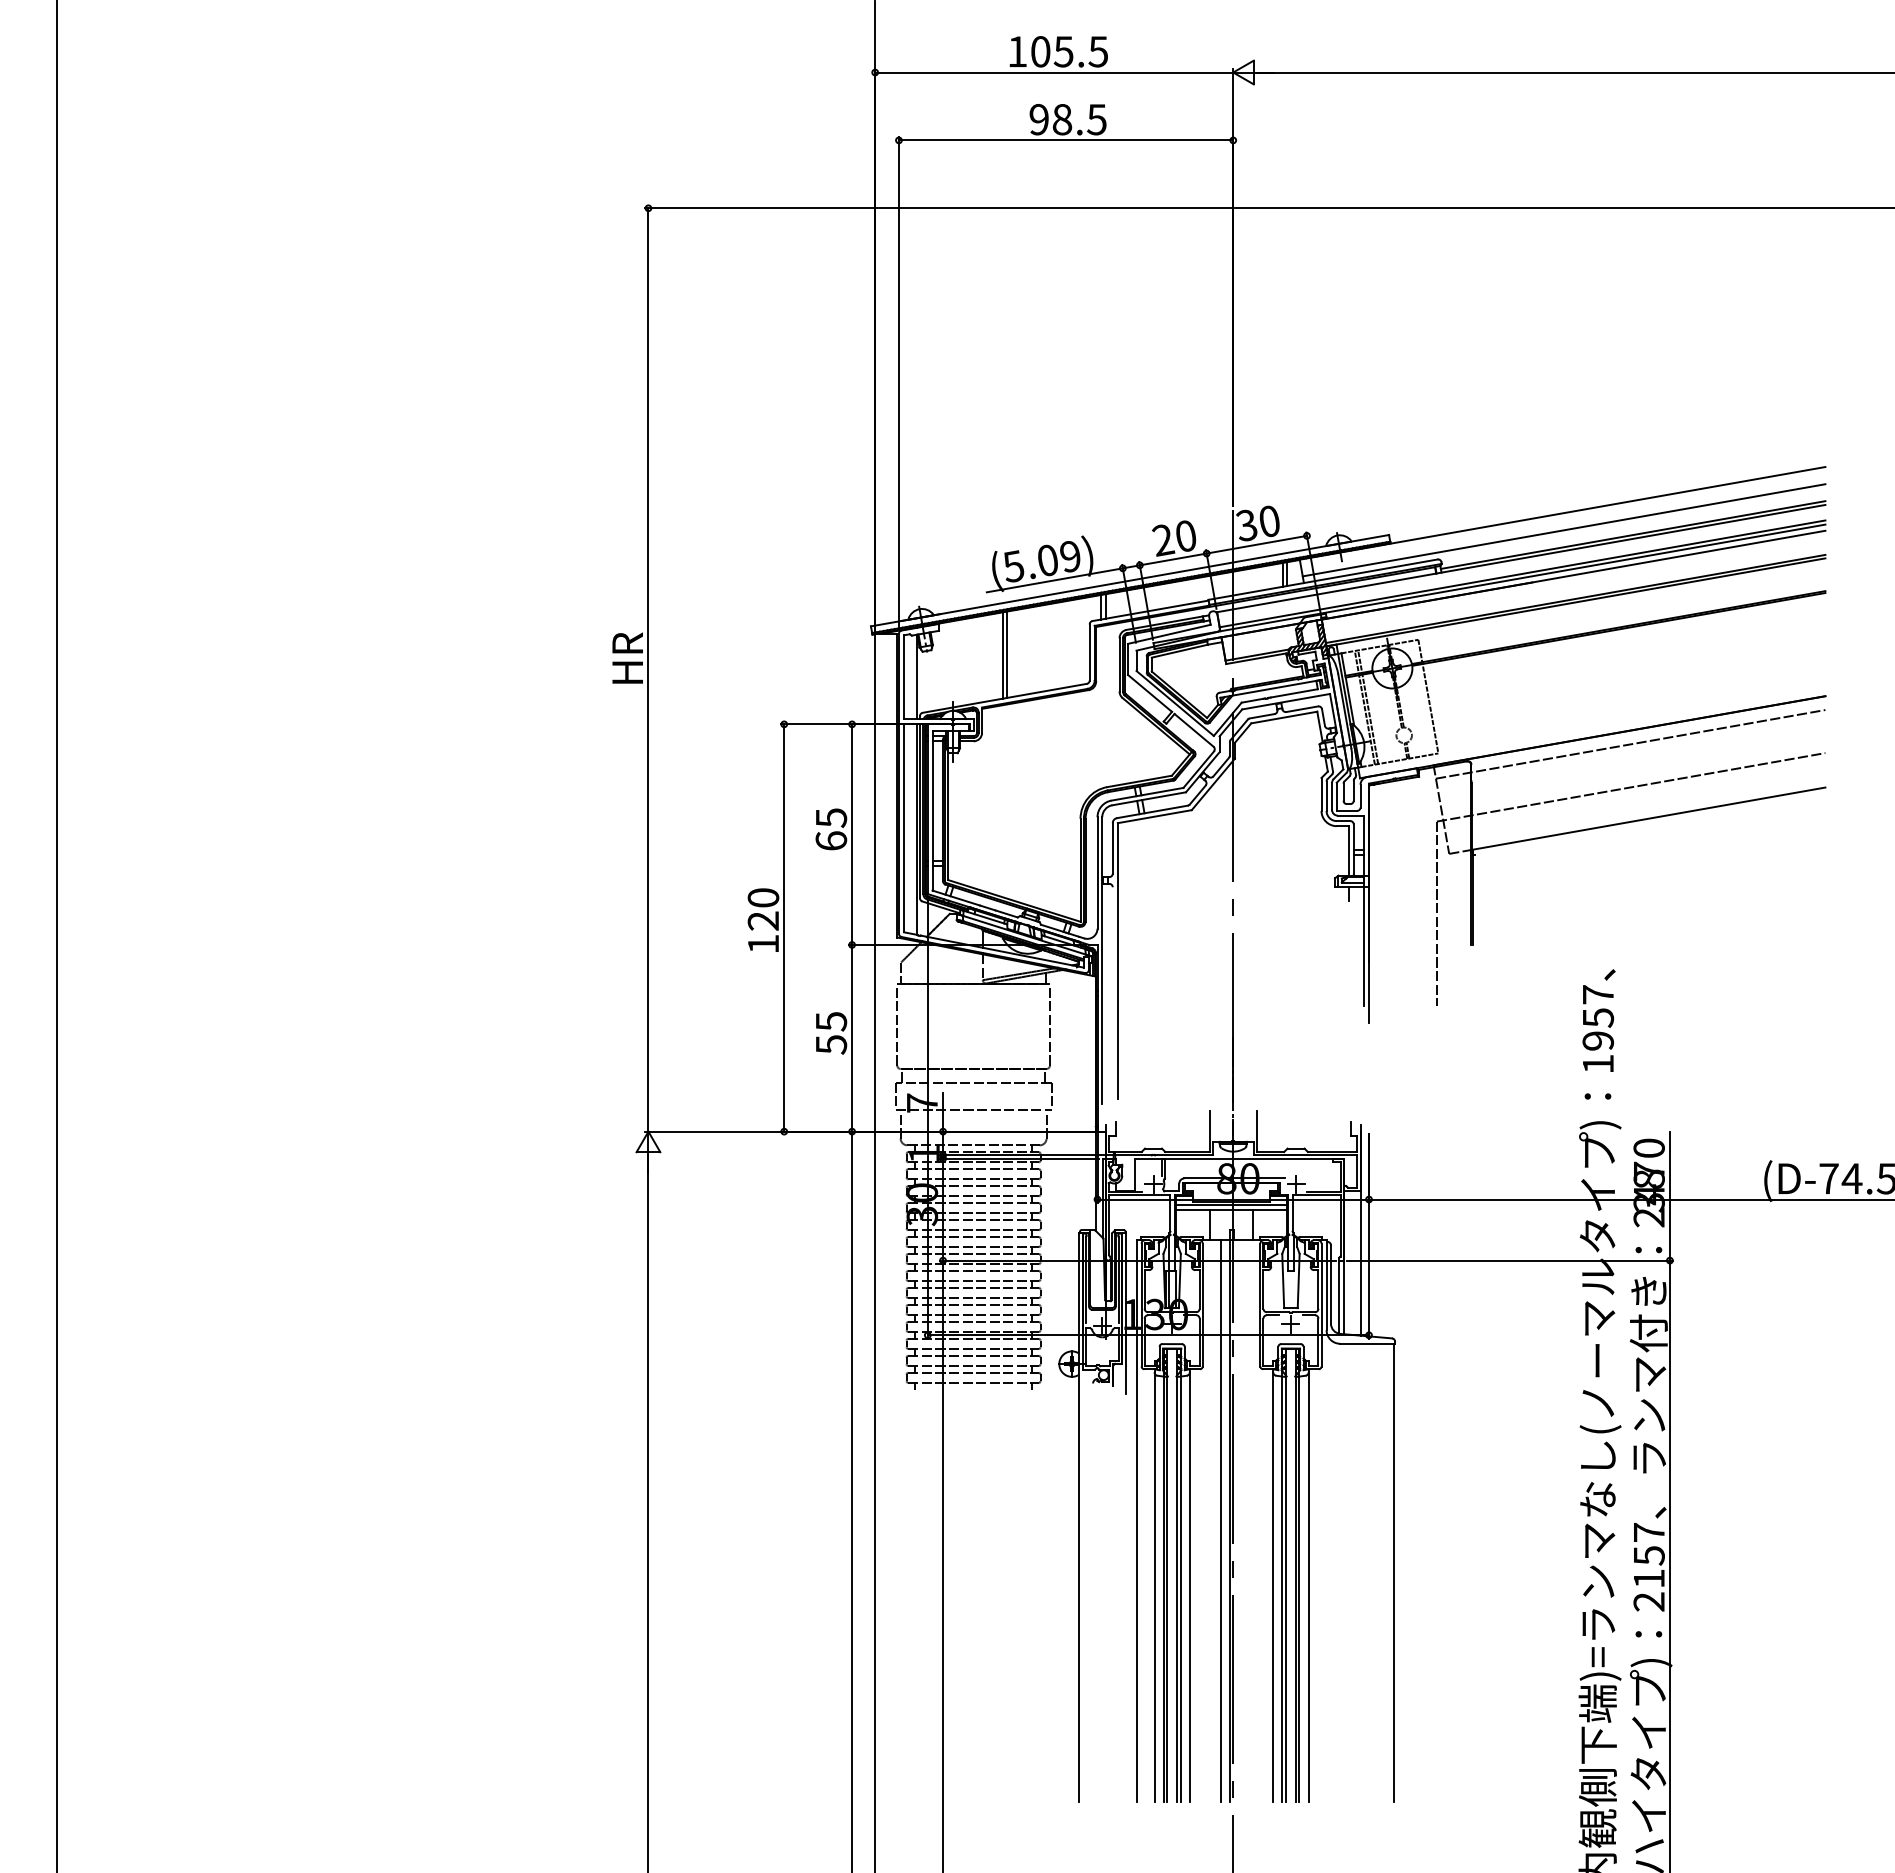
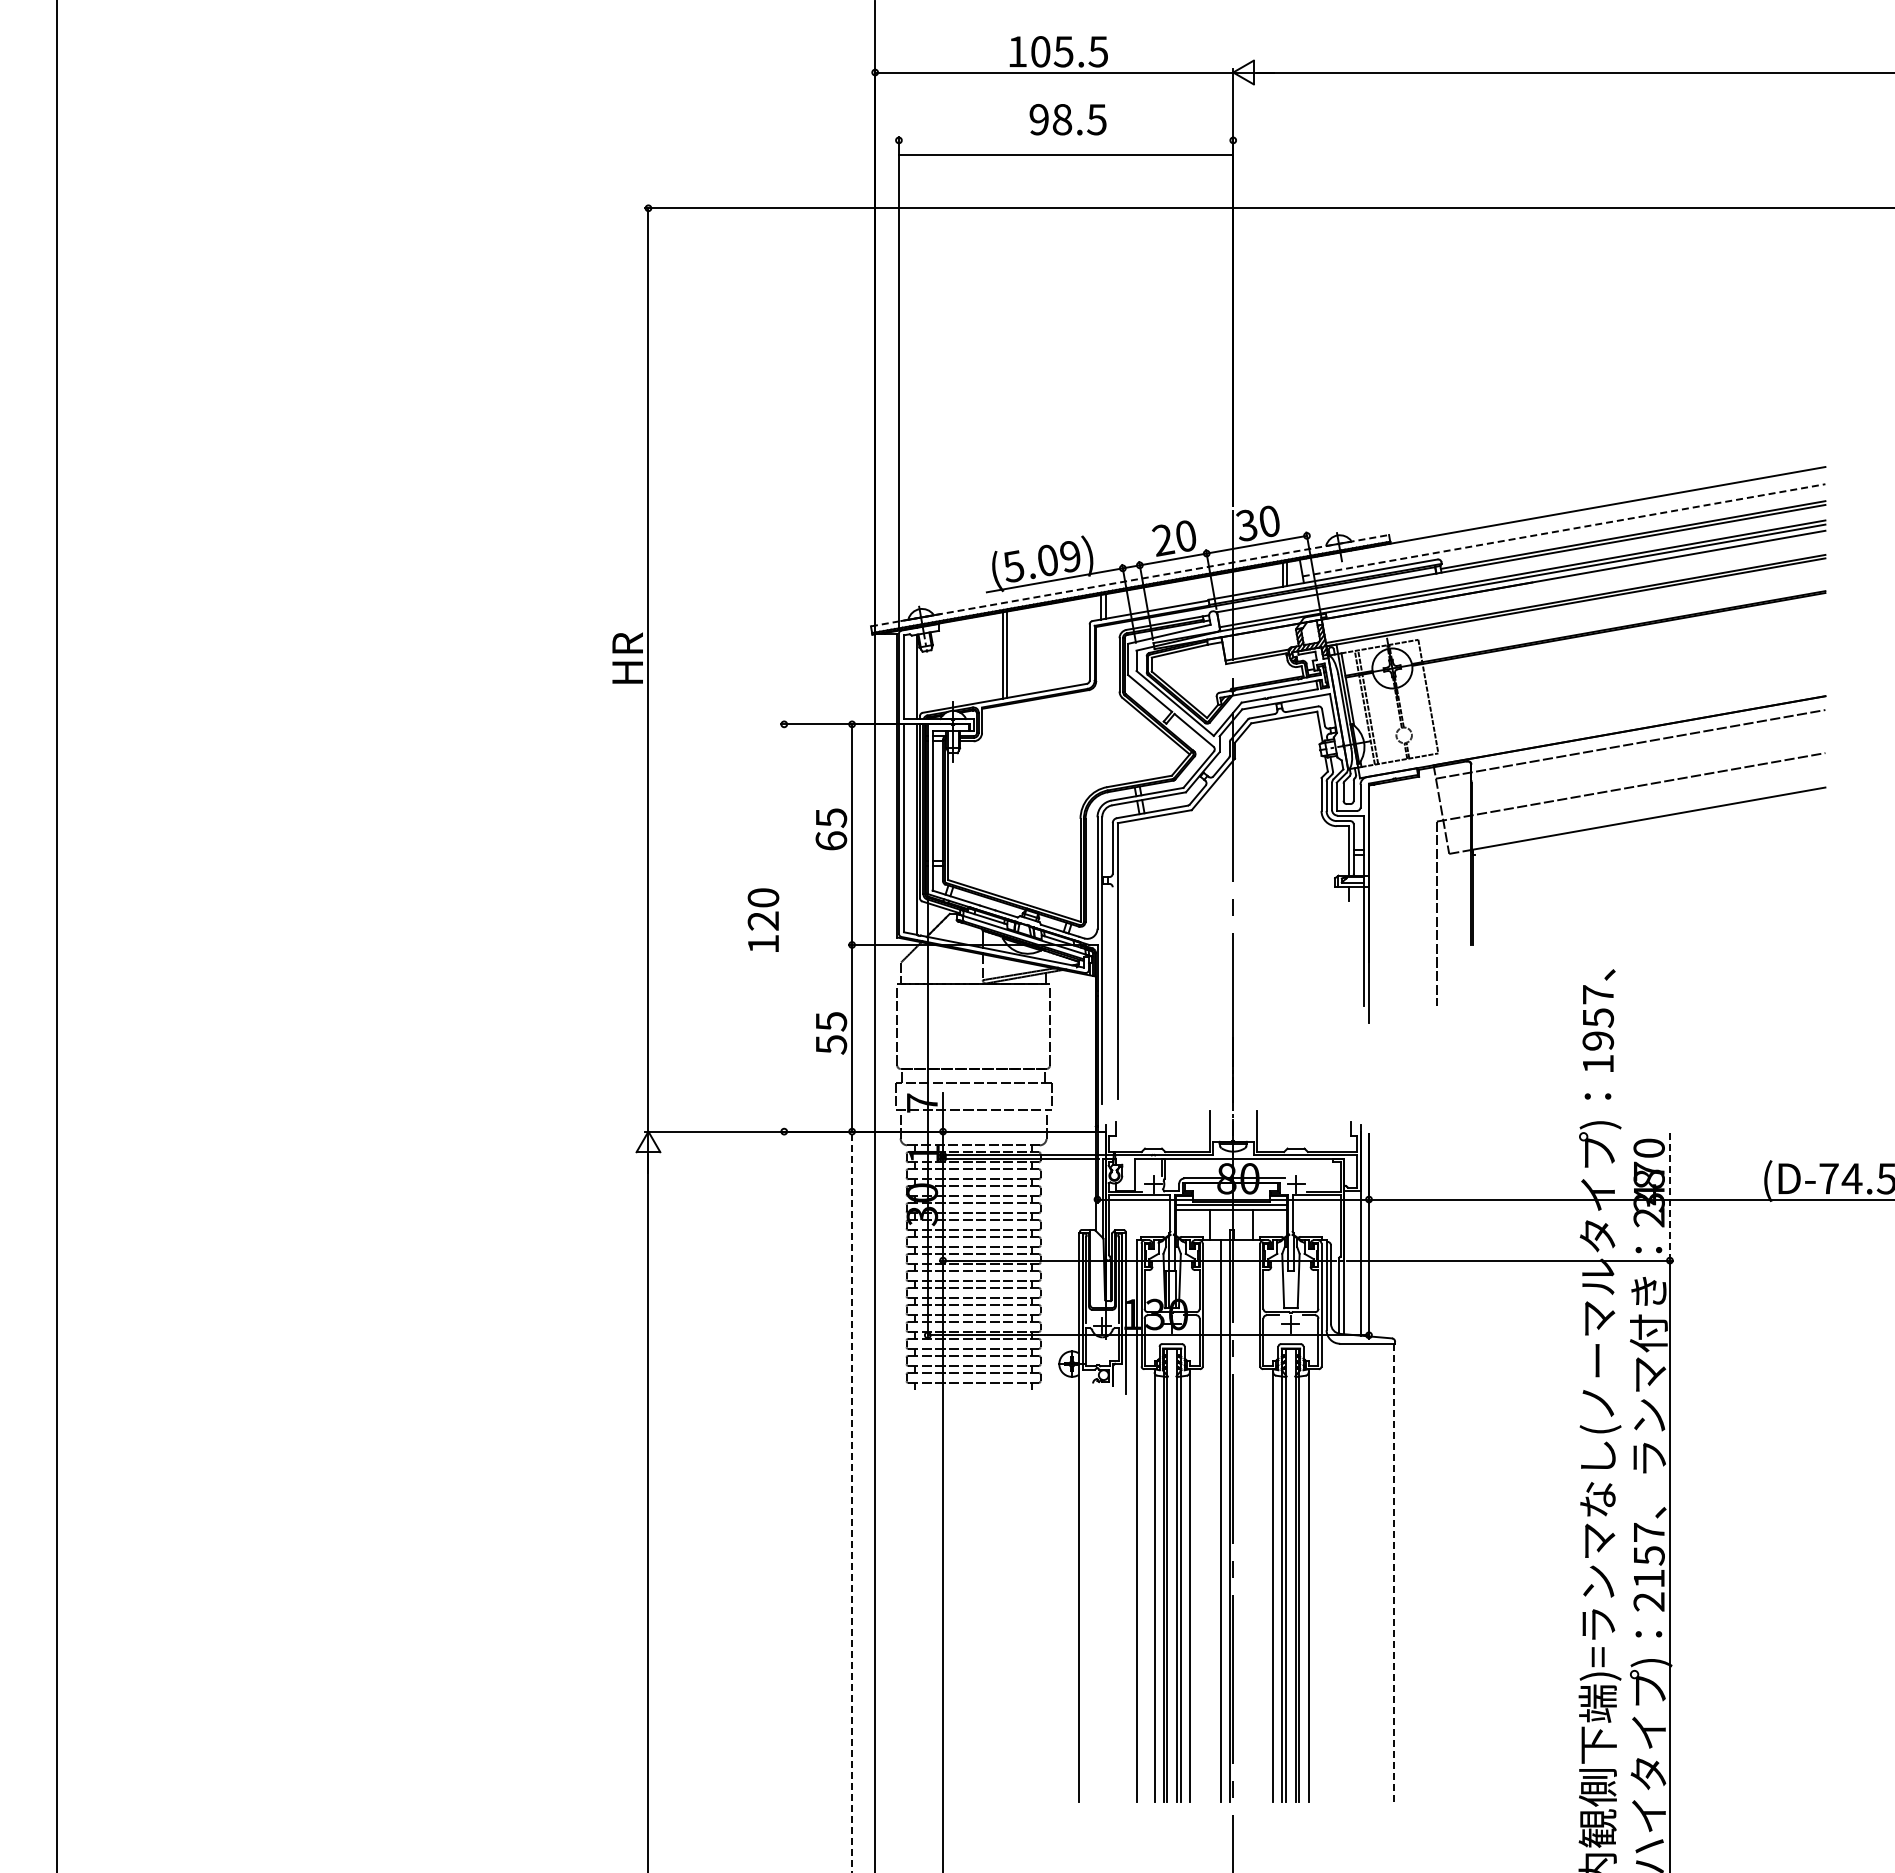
line at (1065, 140) position: (1065, 140) -> (1065, 155)
line at (1564, 530): solid -> dashed
line at (1130, 580): solid -> dashed
line at (784, 927): present -> none
line at (1669, 1195): solid -> dashed
line at (852, 1501): solid -> dashed
line at (1394, 1573): solid -> dashed
